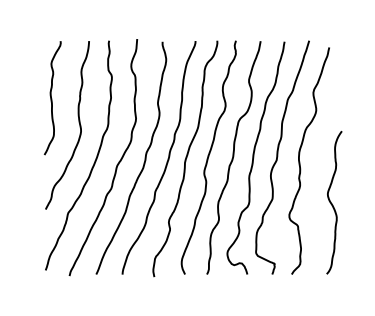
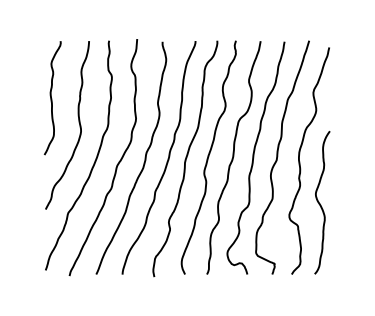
curve at (332, 203) position: (332, 203) -> (320, 203)
